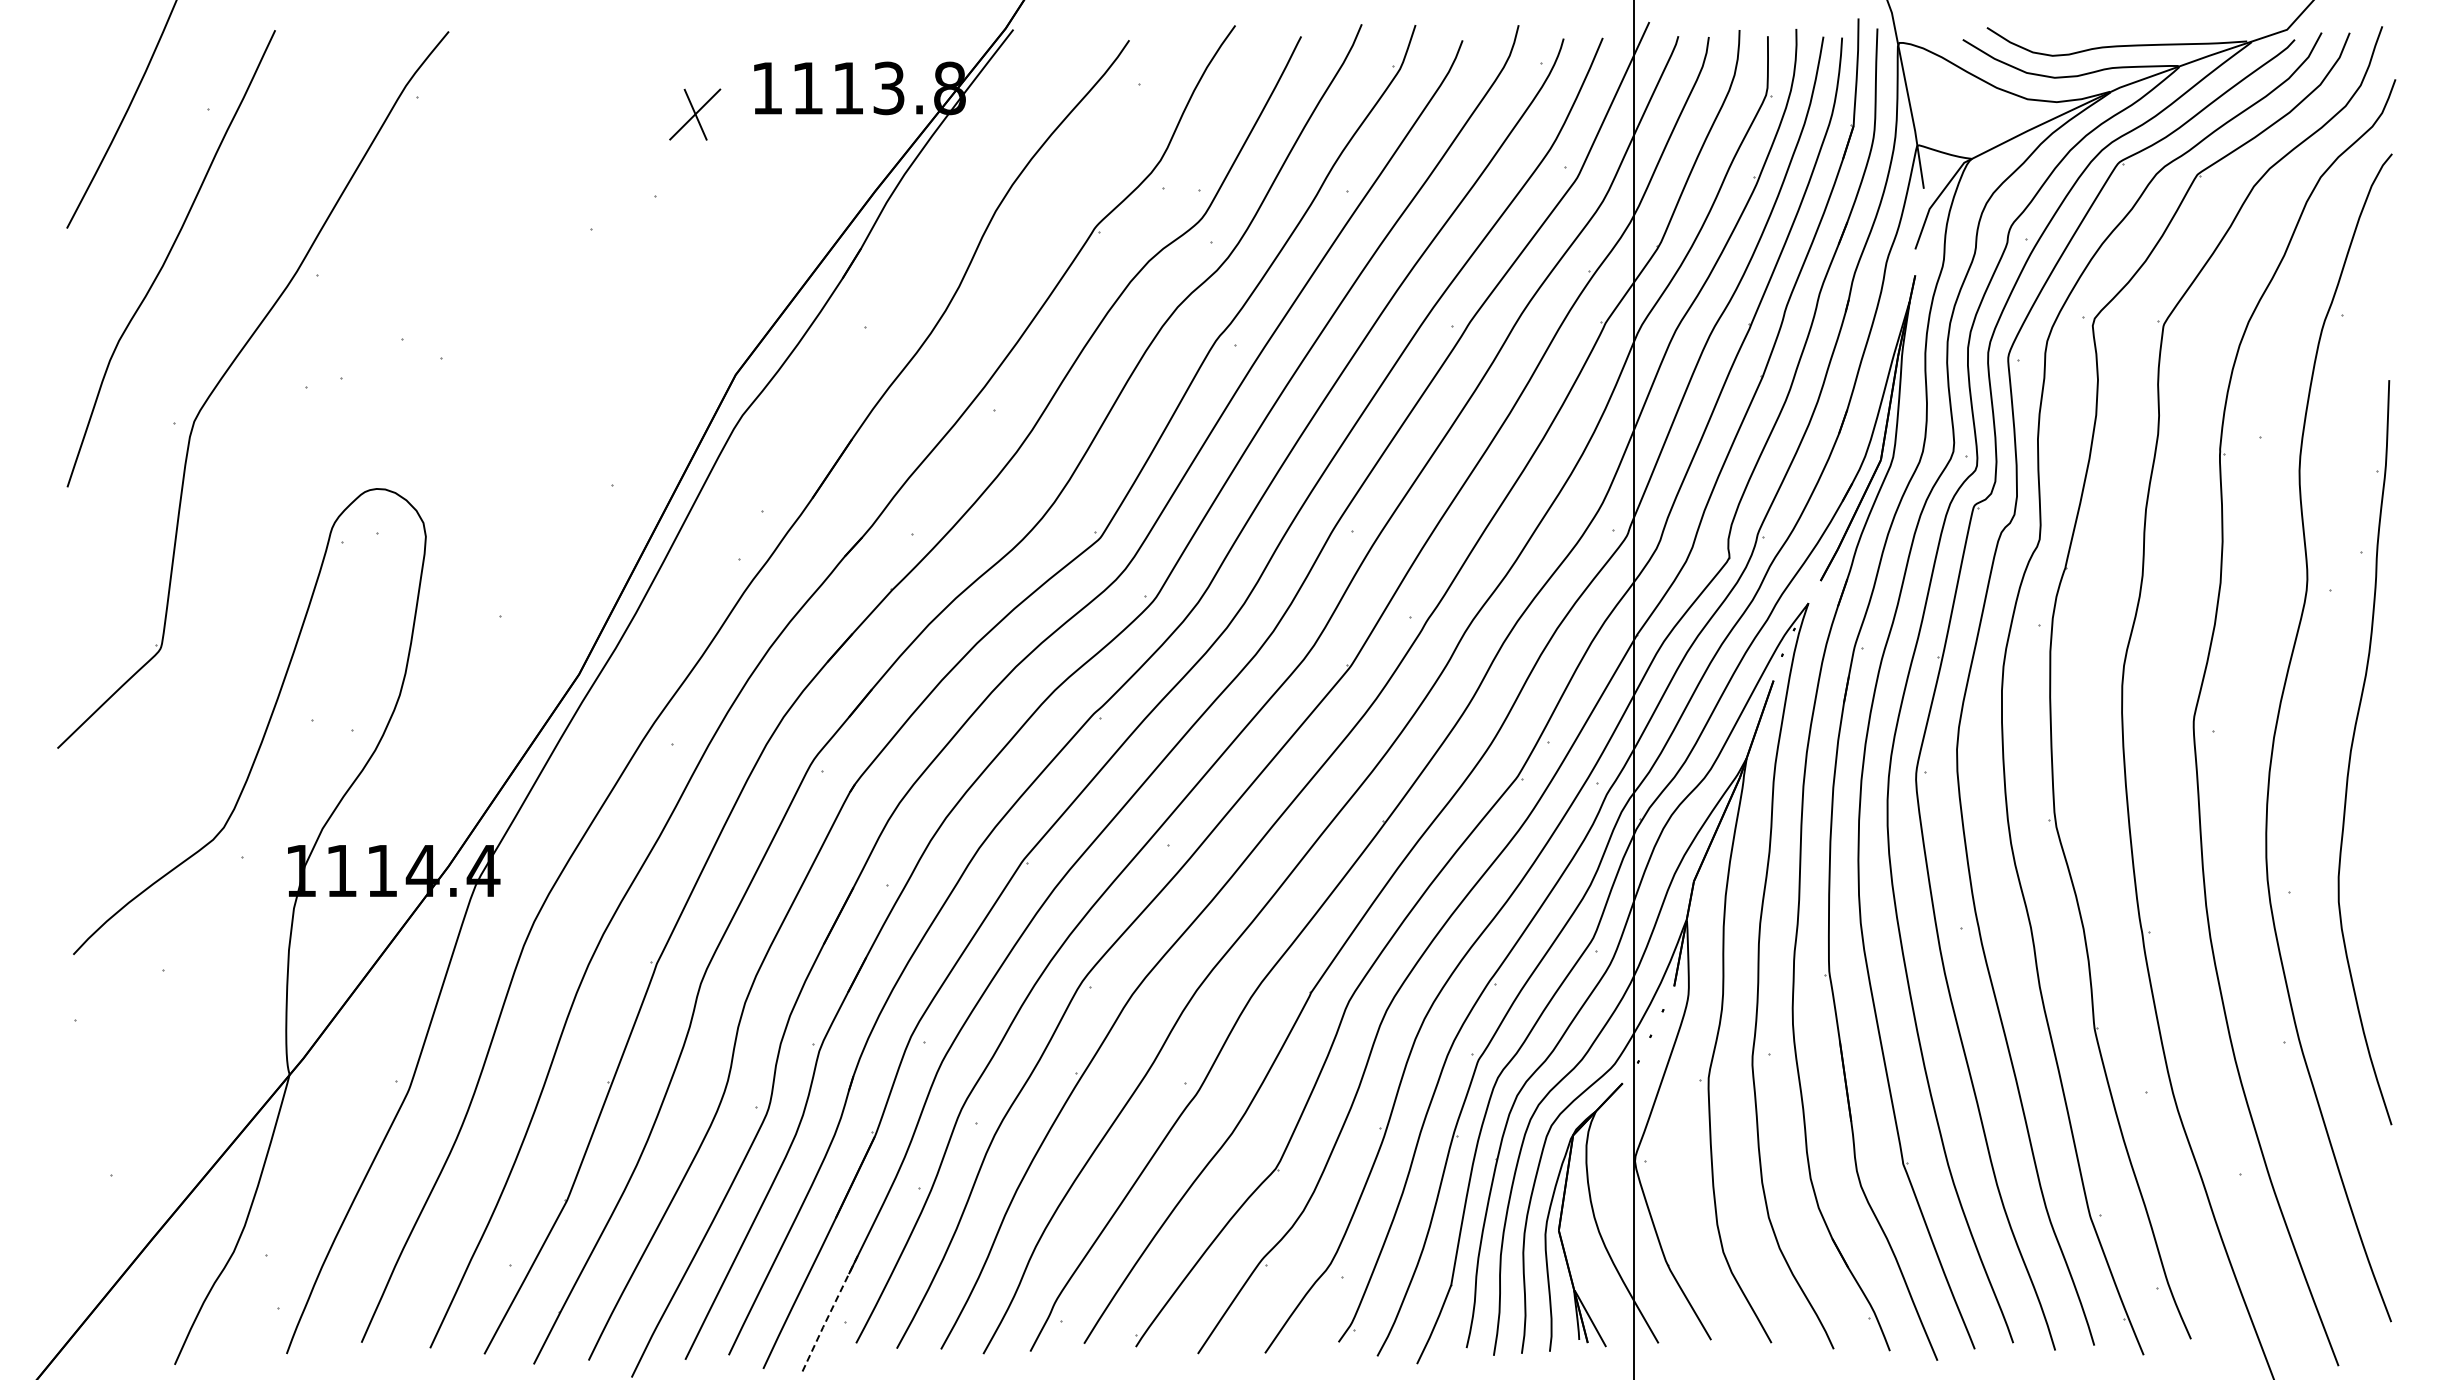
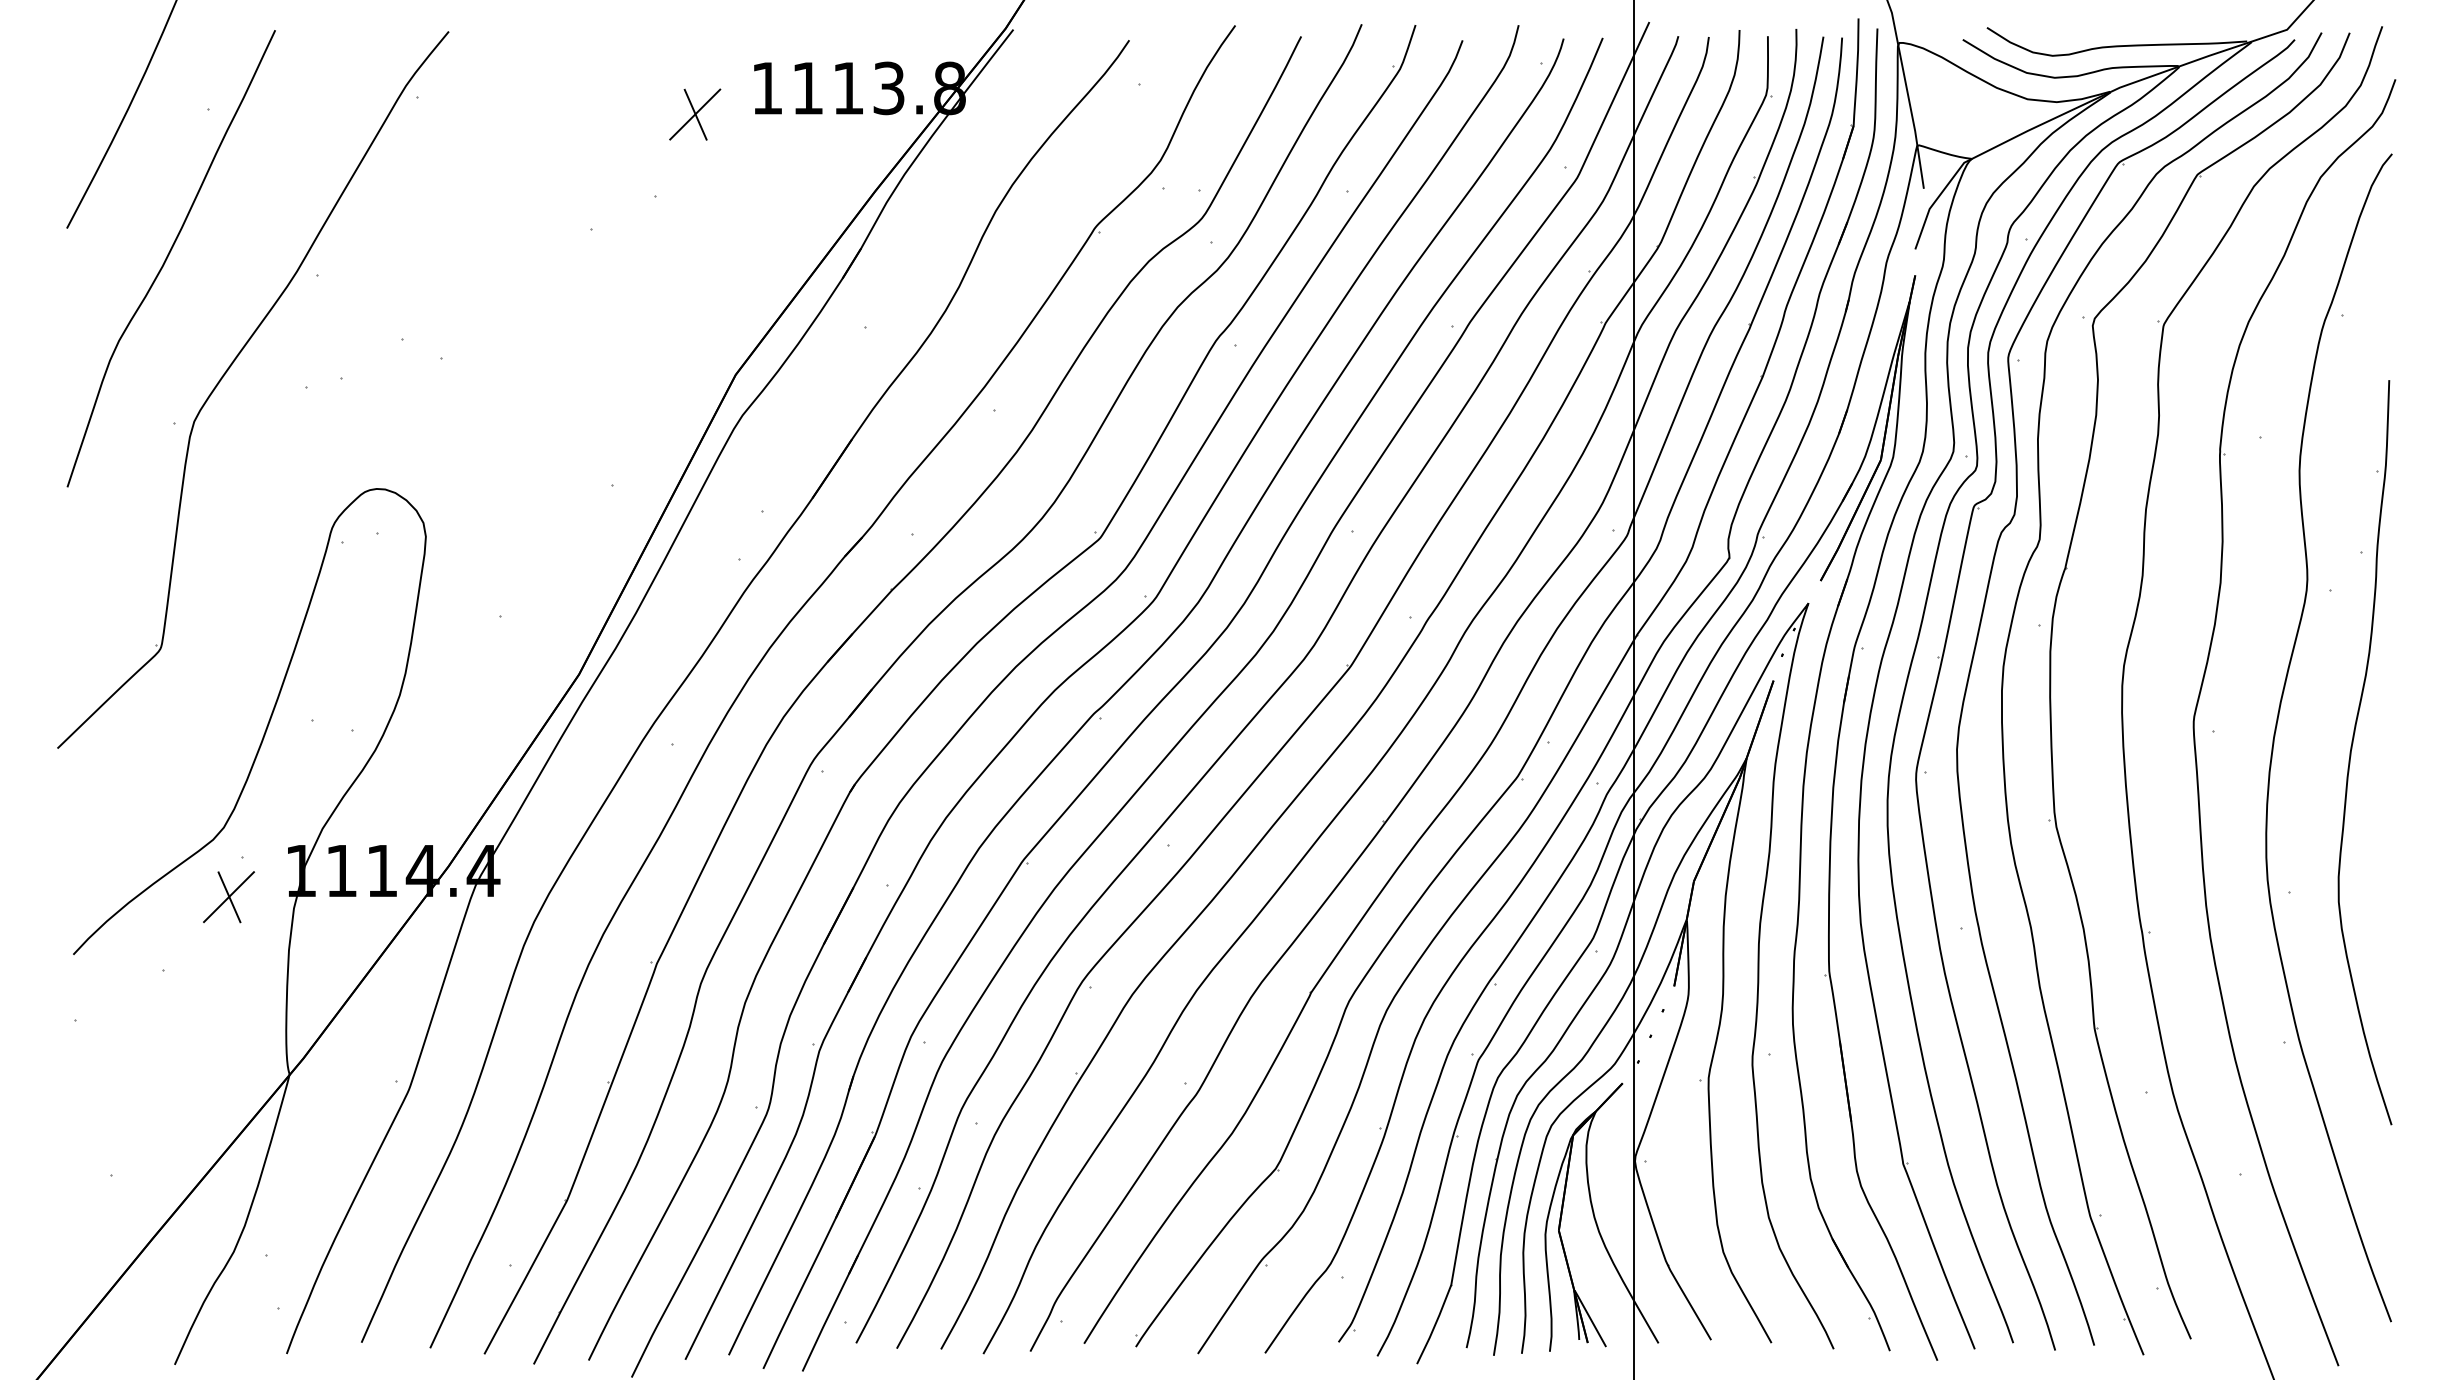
part at (228, 897): none -> present
line at (830, 1312): dashed -> solid
